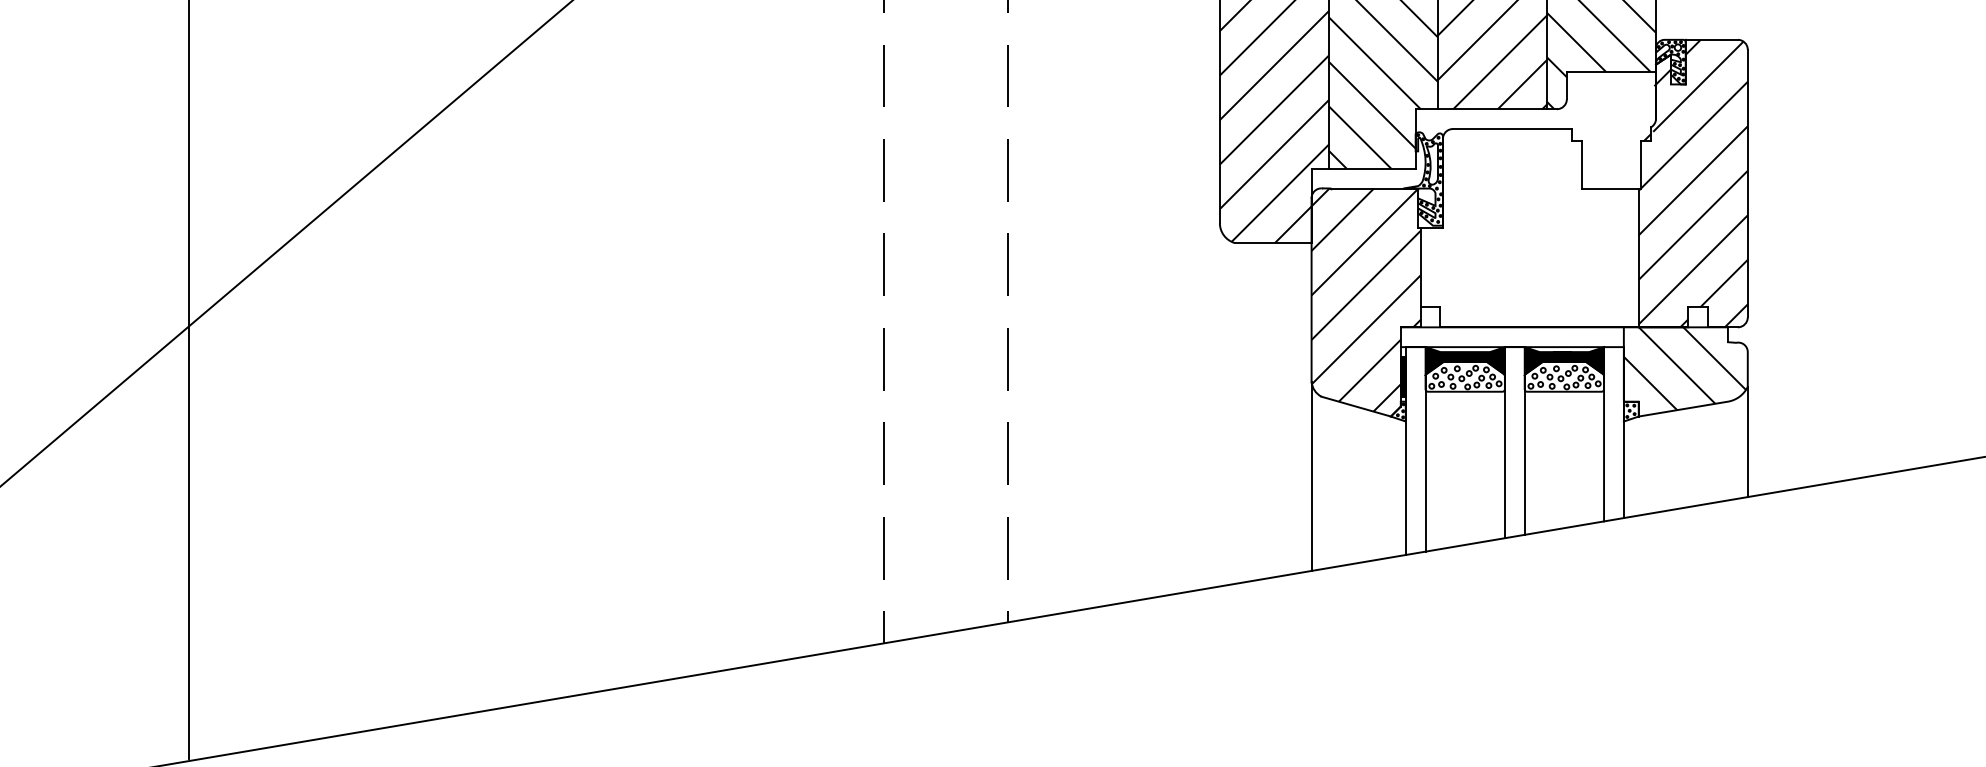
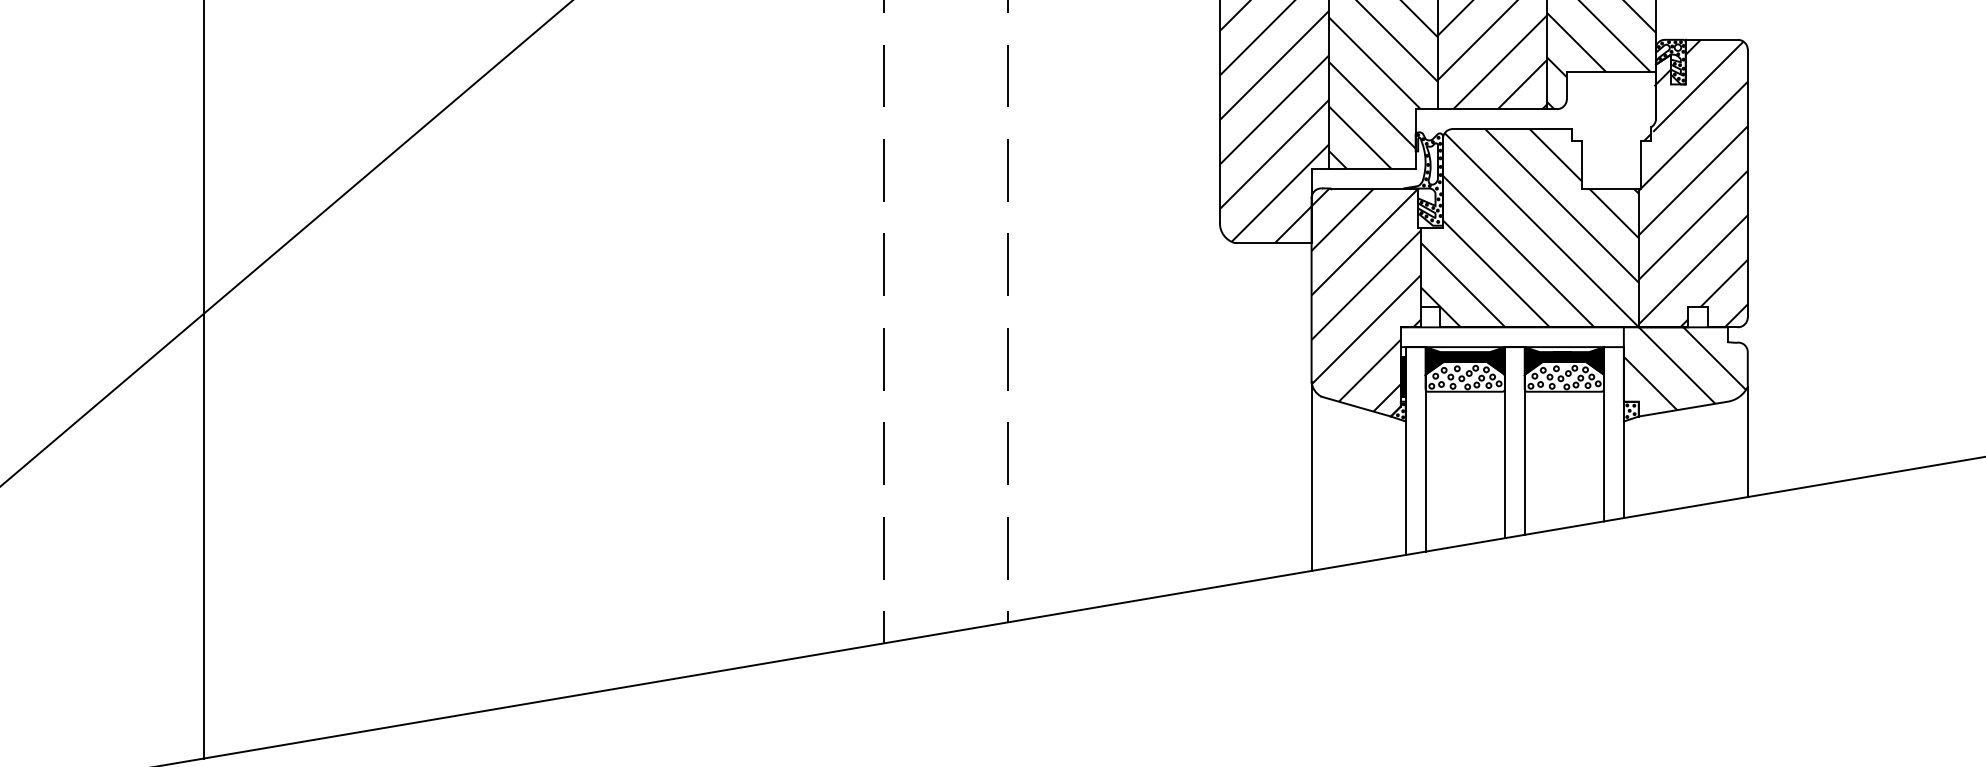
hatch at (1529, 228): none -> present
line at (188, 380) position: (188, 380) -> (203, 380)
